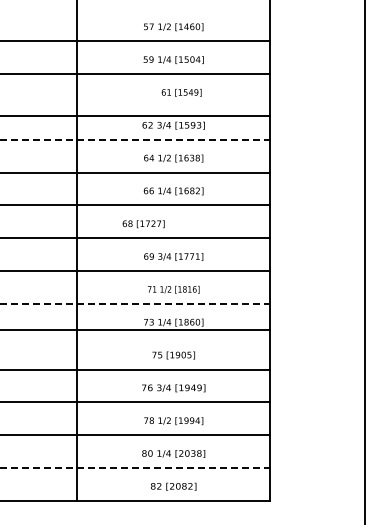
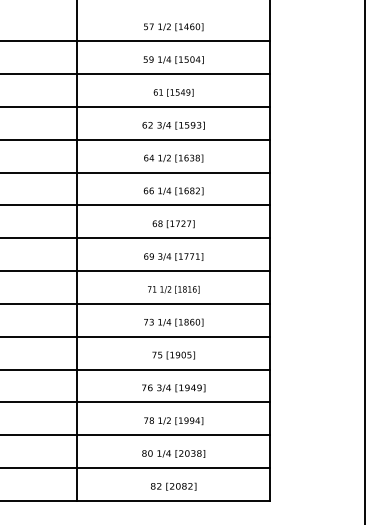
text at (181, 92) position: (181, 92) -> (173, 92)
line at (136, 115) position: (136, 115) -> (136, 106)
line at (135, 139): dashed -> solid
text at (143, 224) position: (143, 224) -> (173, 224)
line at (135, 303): dashed -> solid
line at (136, 329) position: (136, 329) -> (136, 336)
line at (135, 468): dashed -> solid
